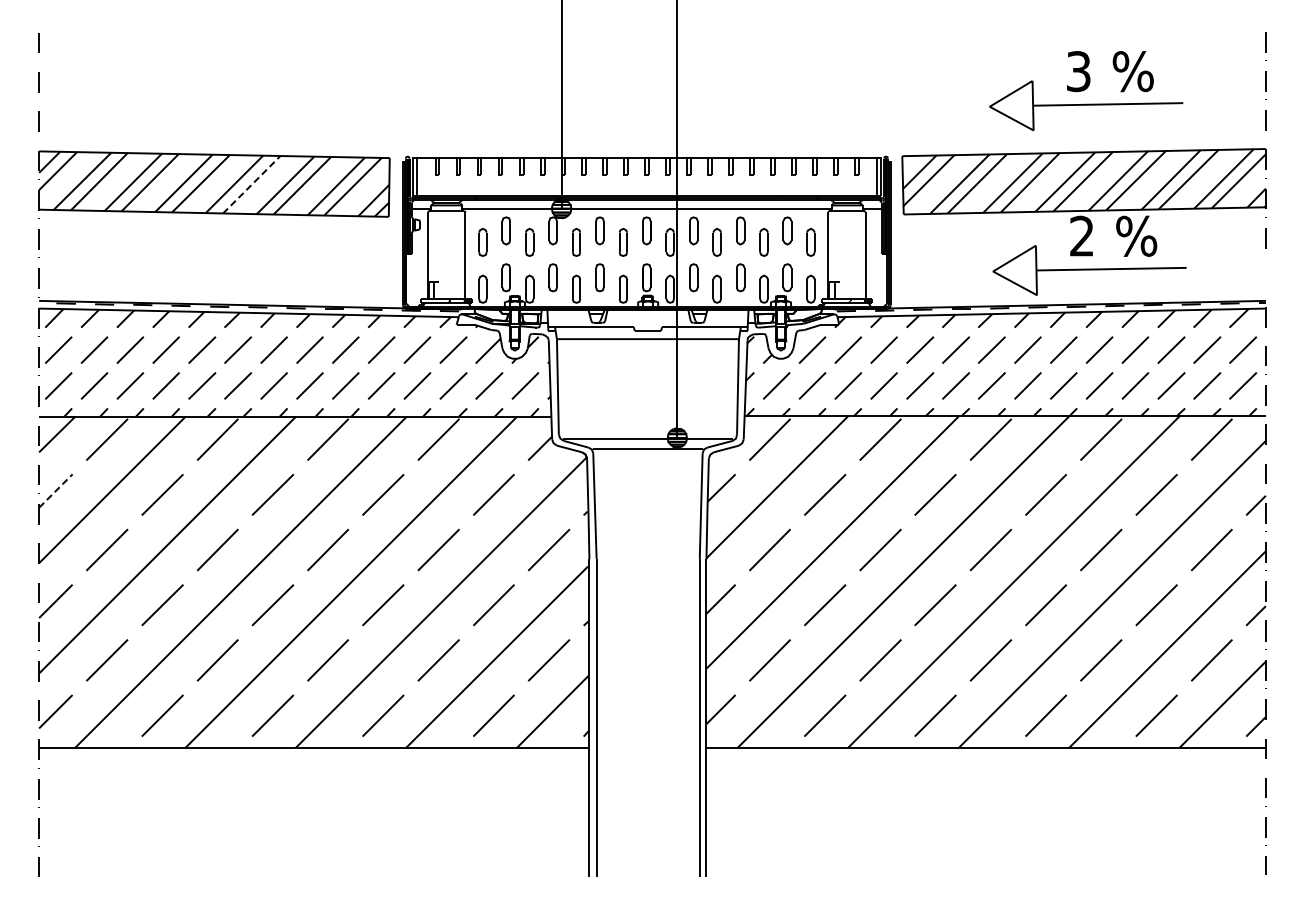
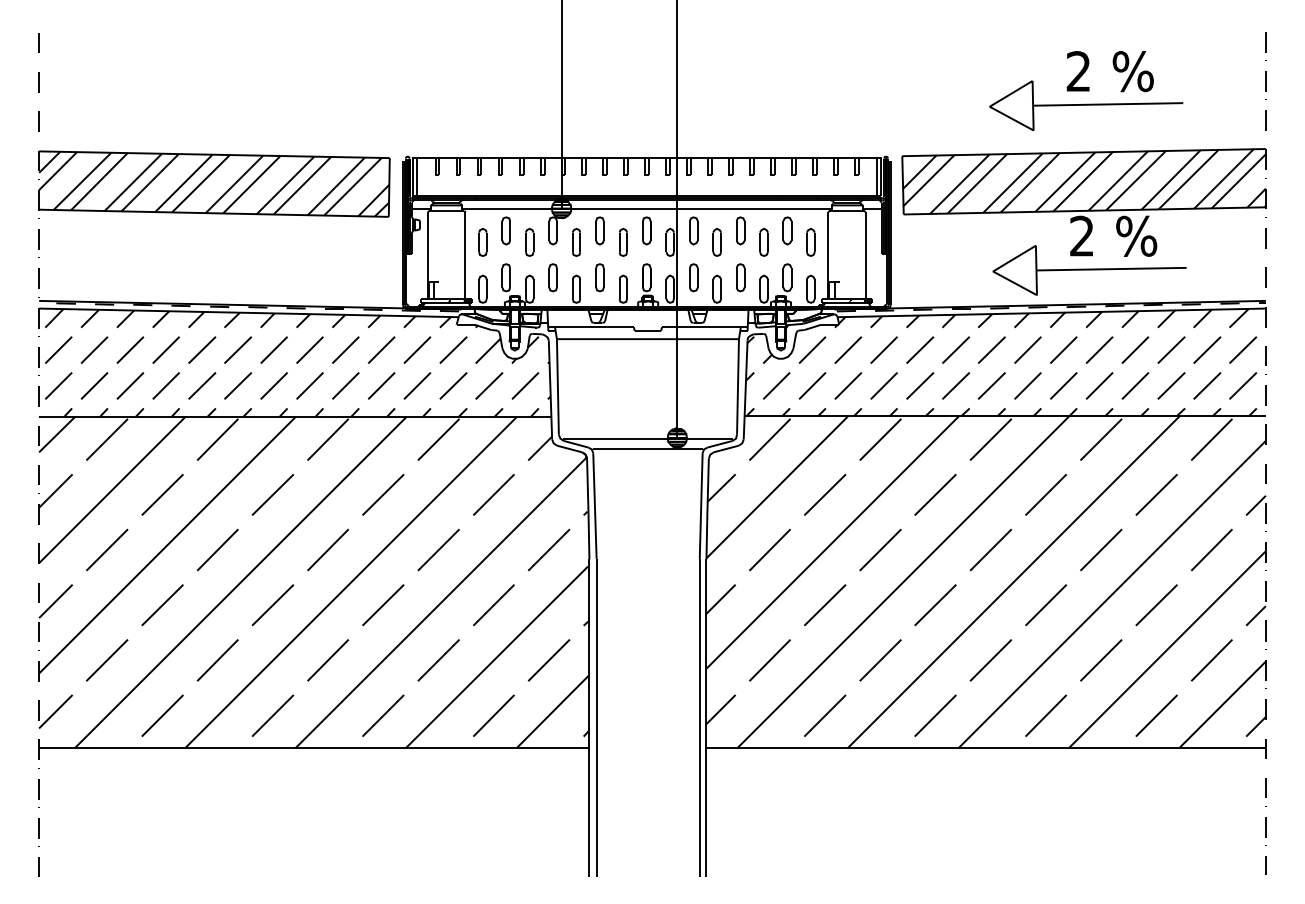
text at (1078, 71): 3 -> 2
line at (251, 184): dashed -> solid
line at (1265, 277): none -> present
line at (55, 491): dashed -> solid
